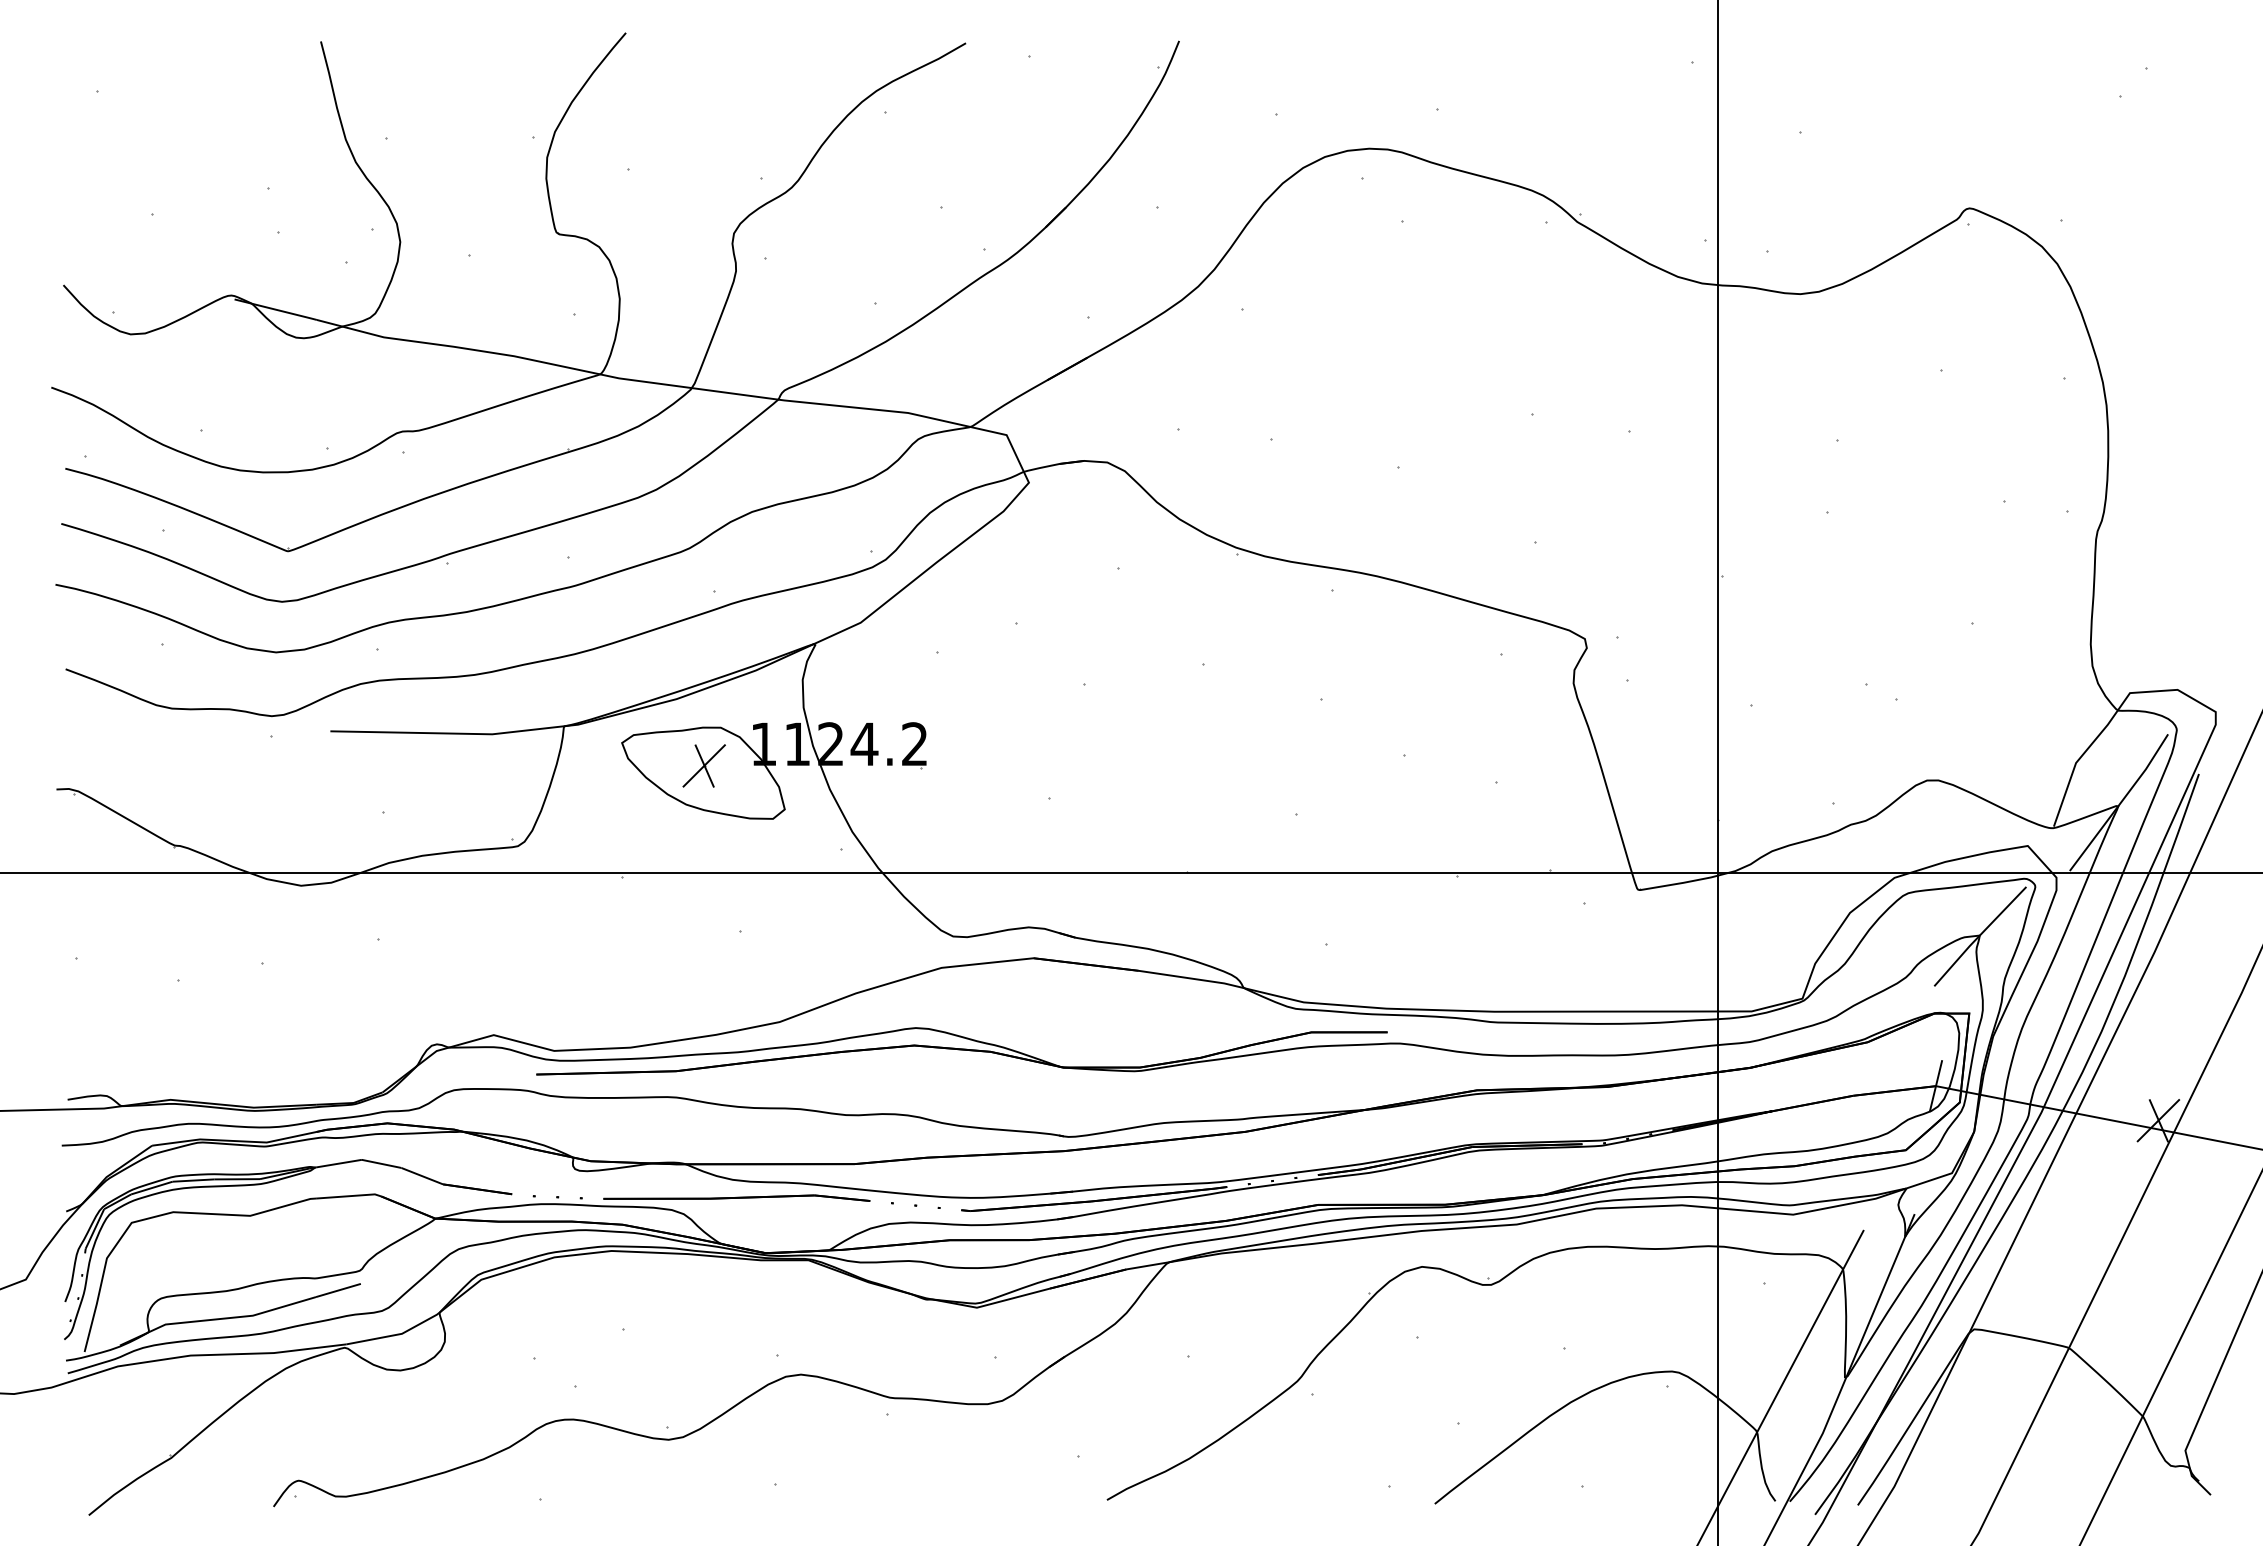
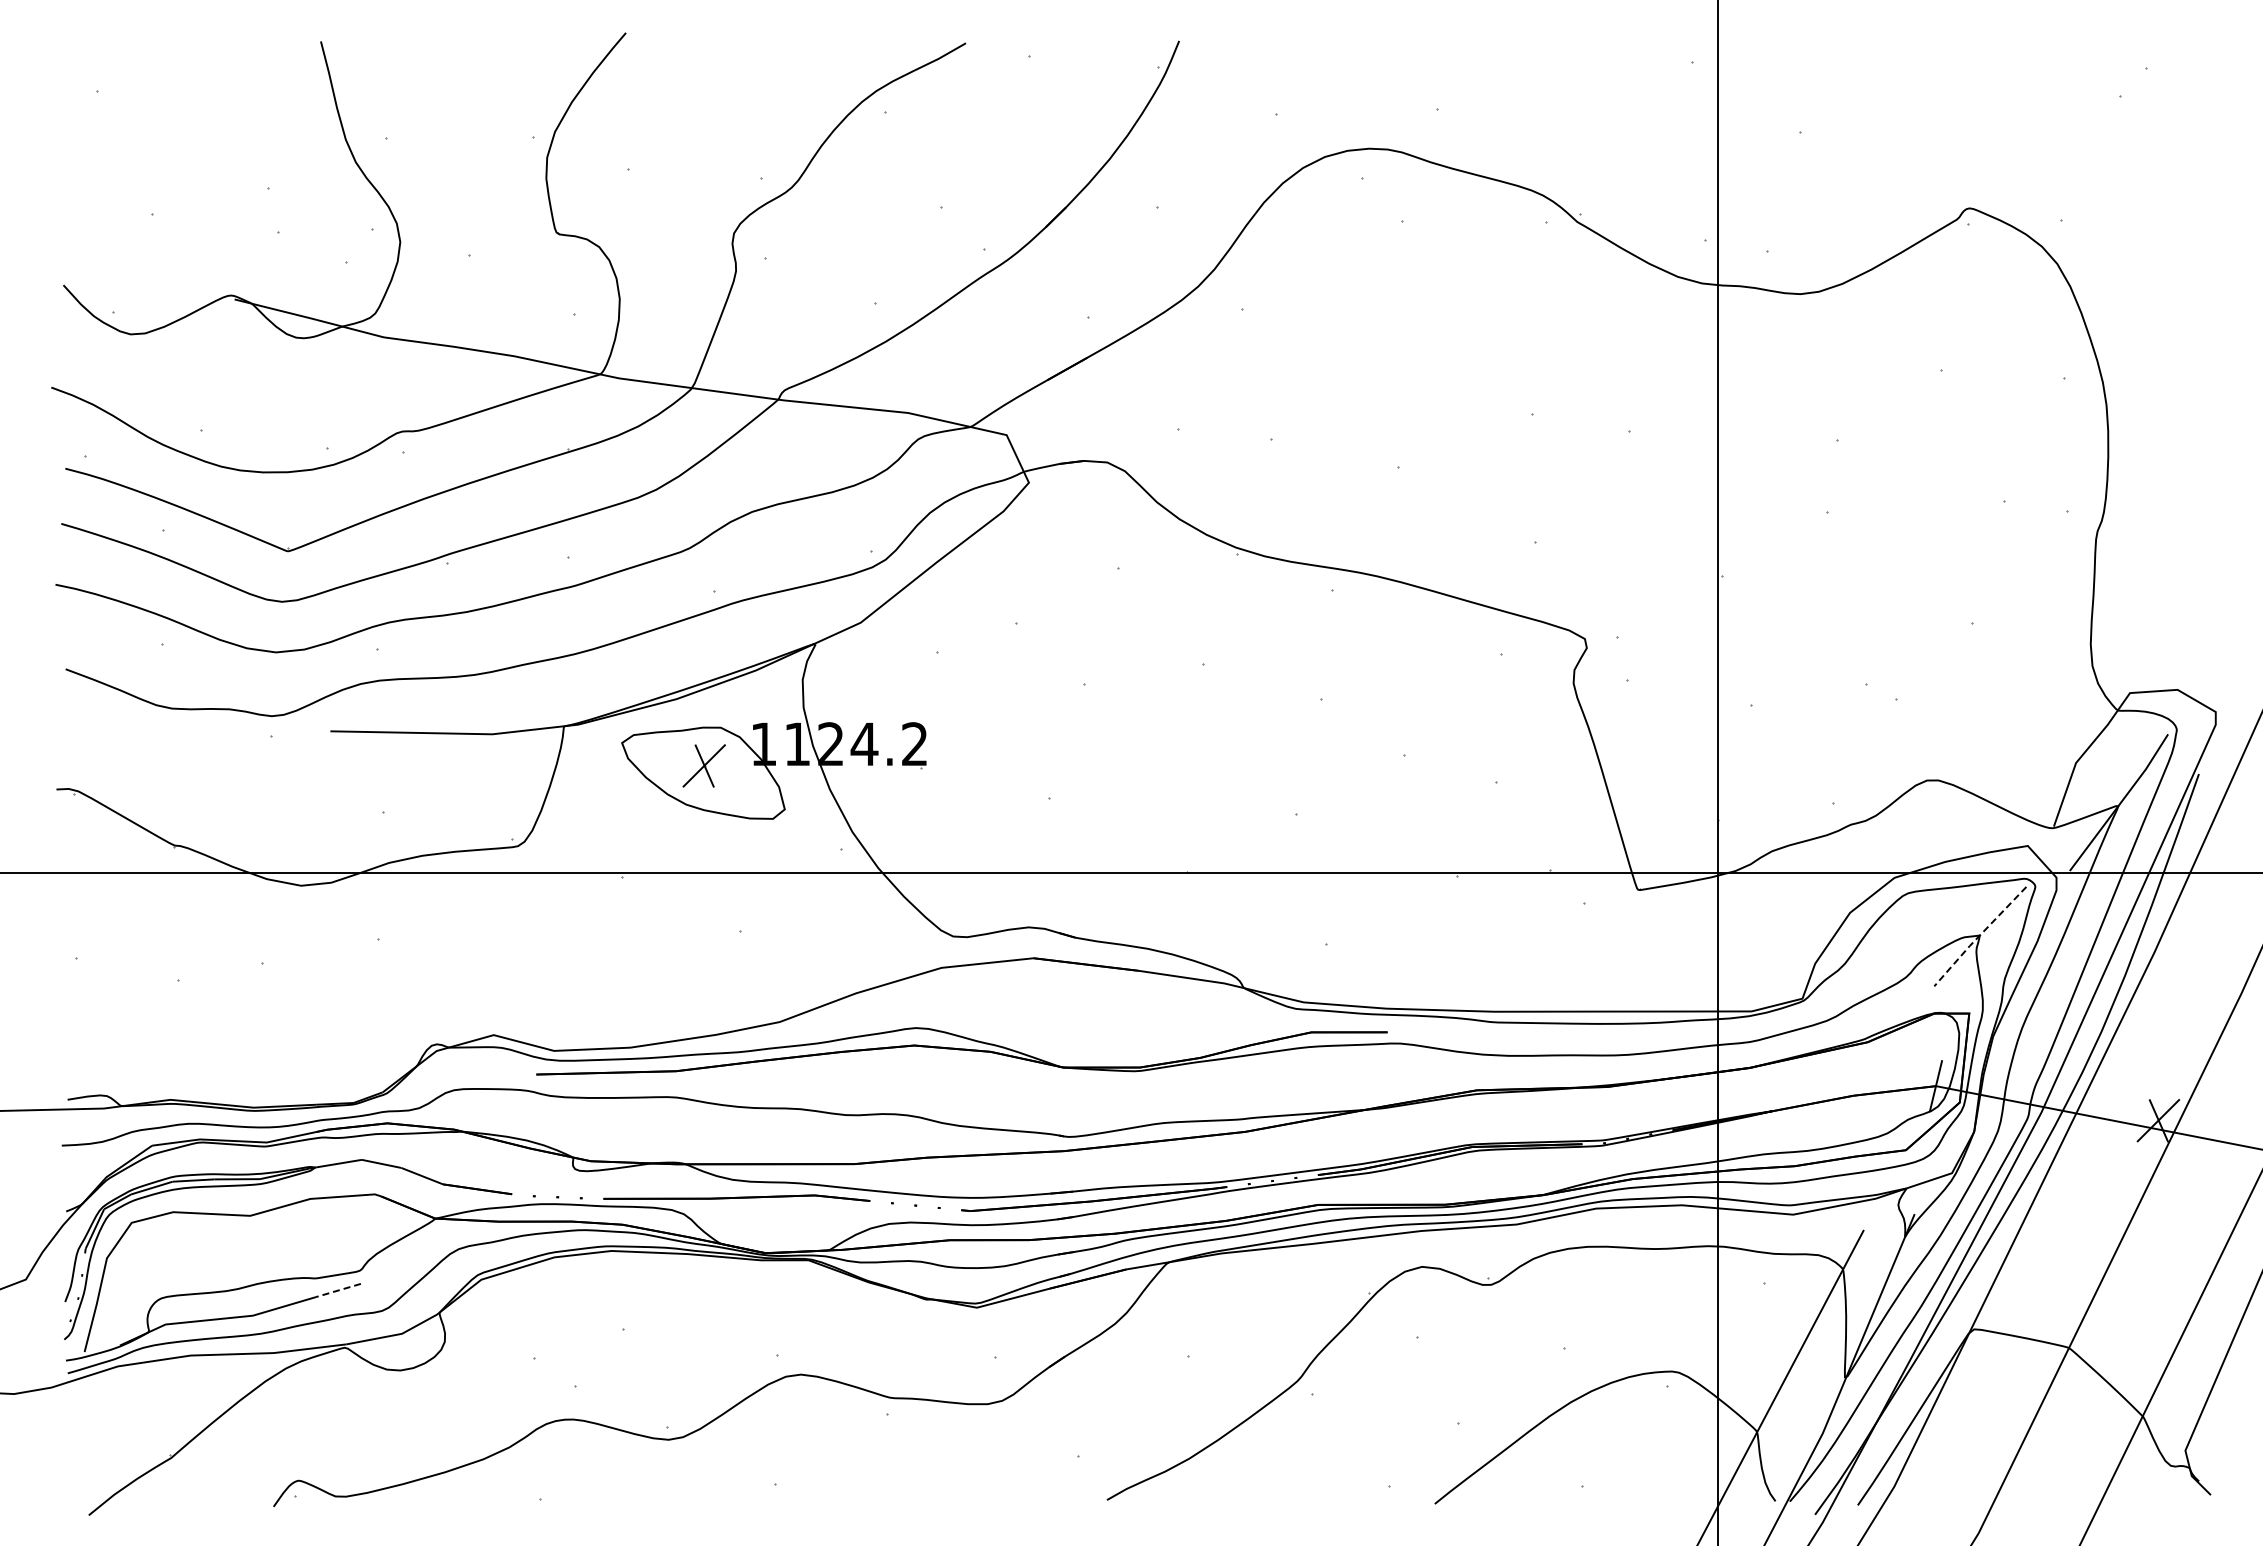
line at (1978, 936): solid -> dashed
line at (337, 1290): solid -> dashed
